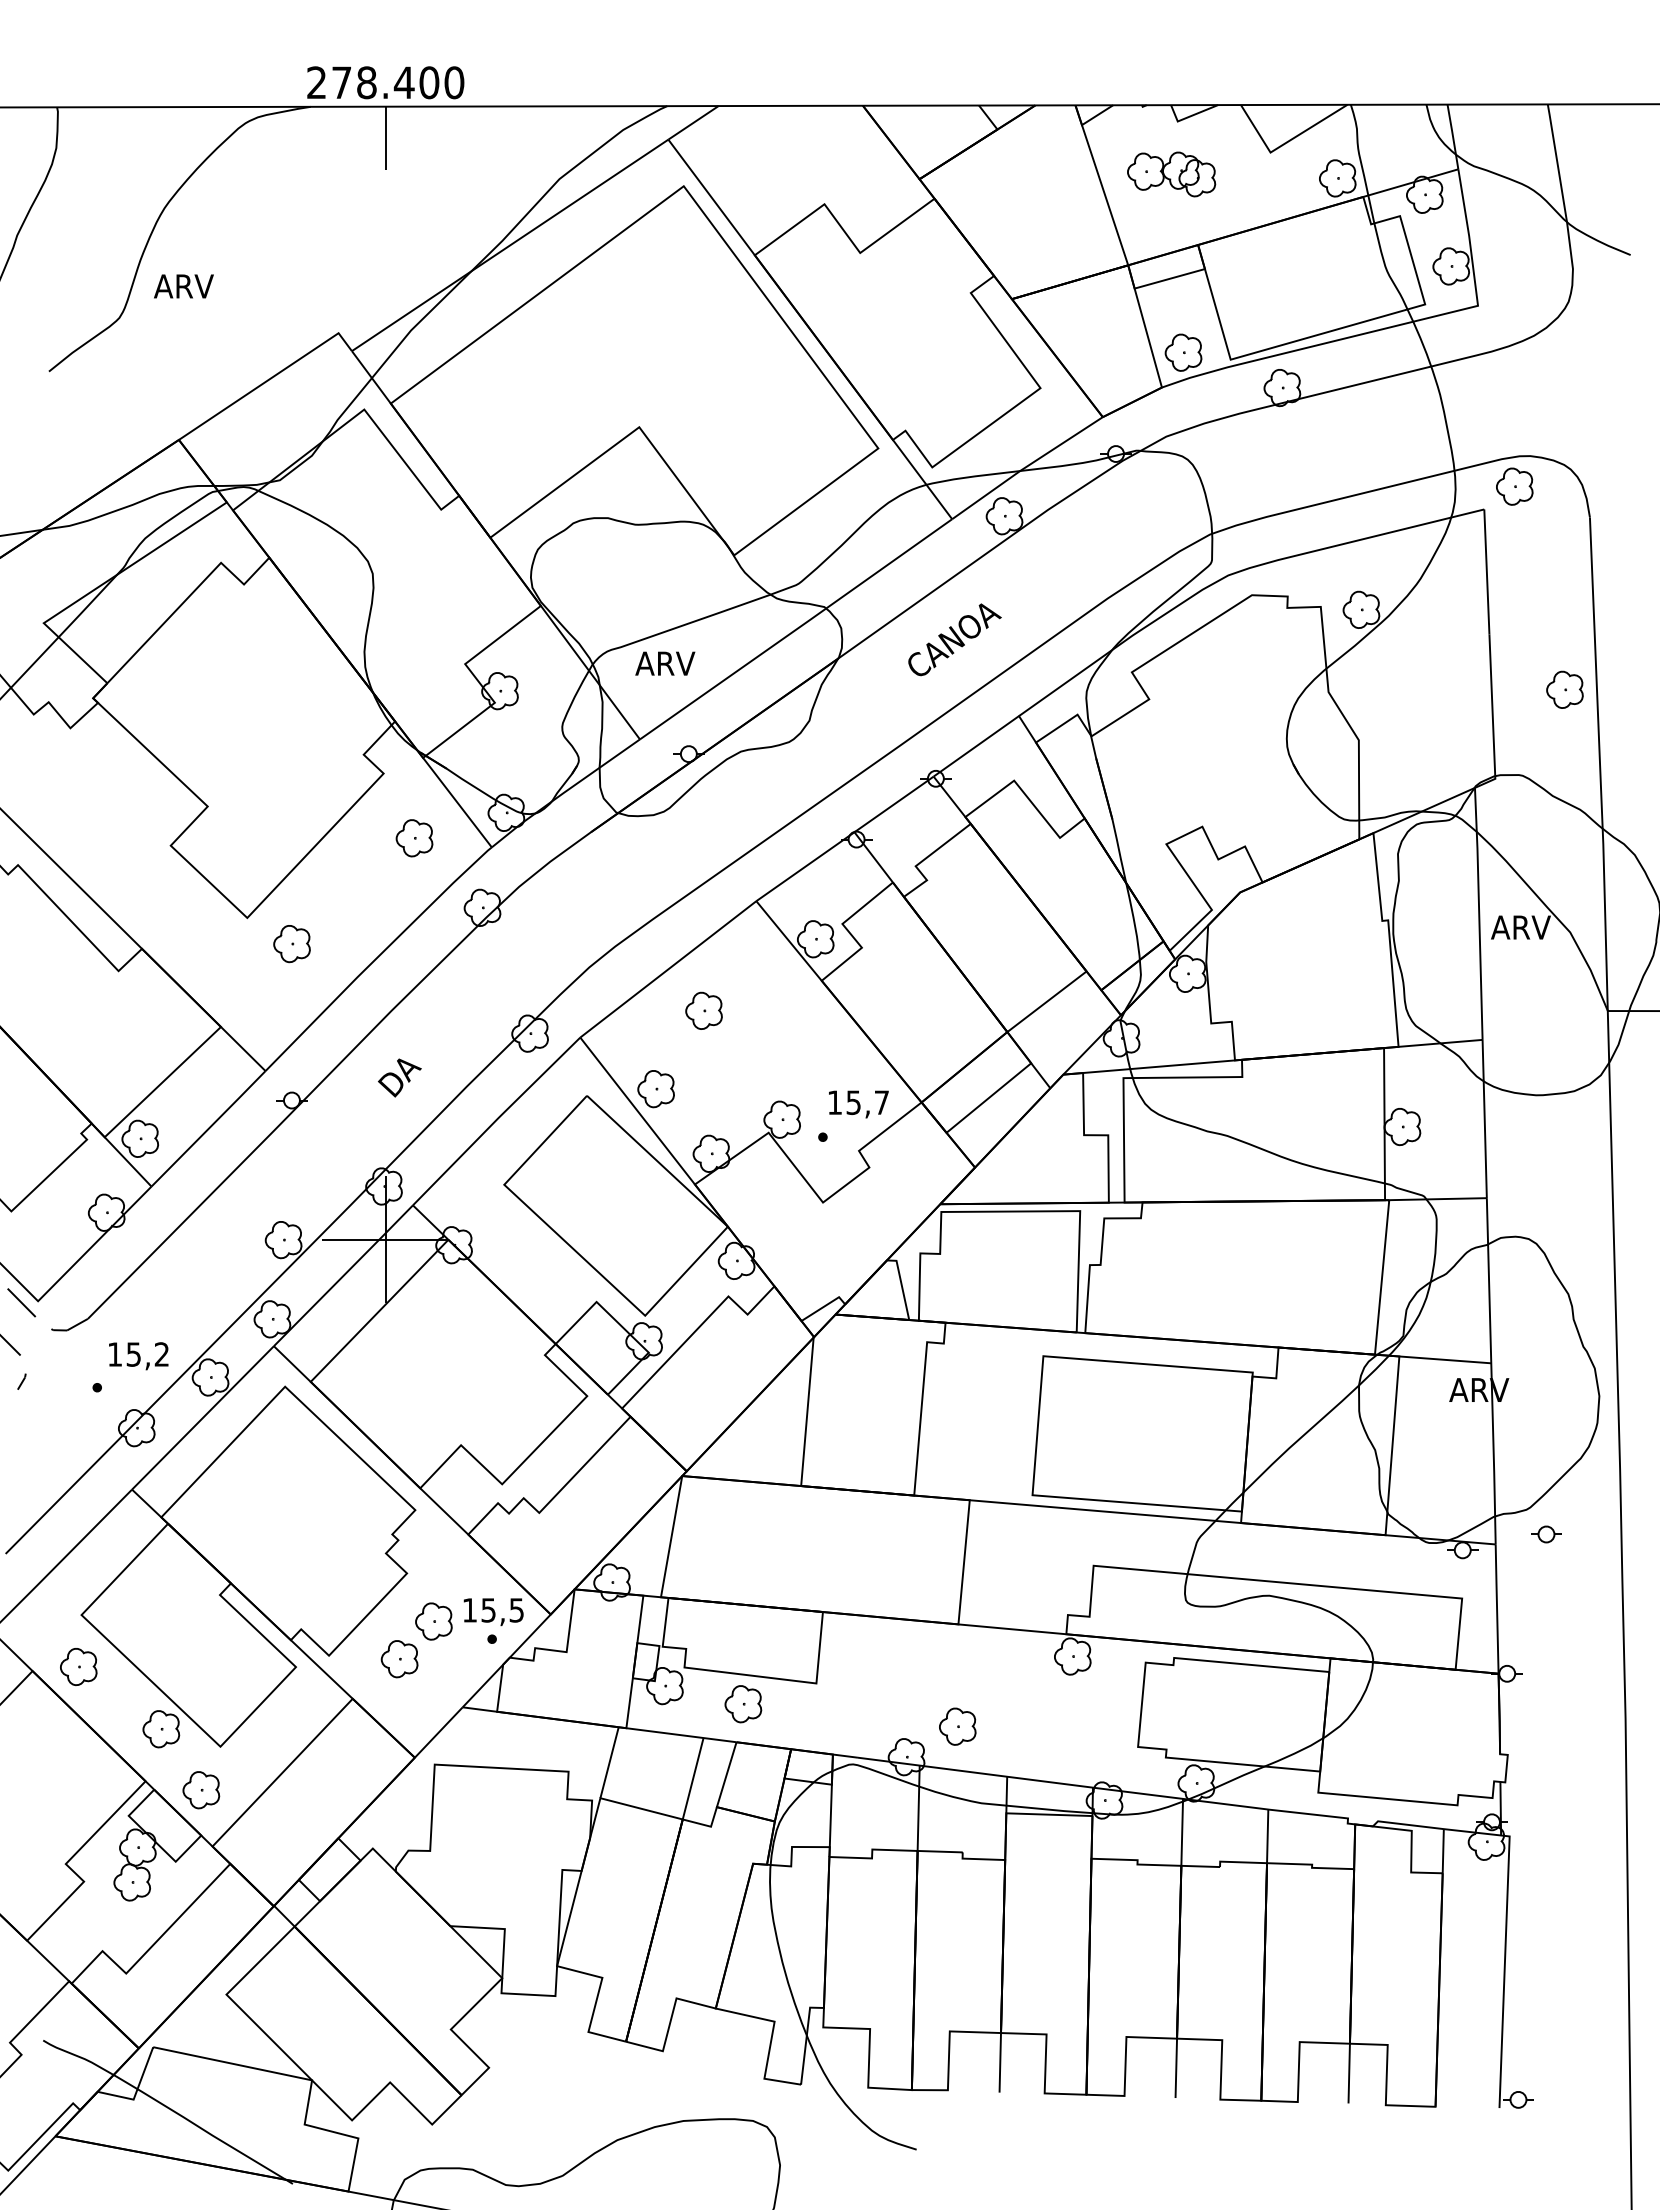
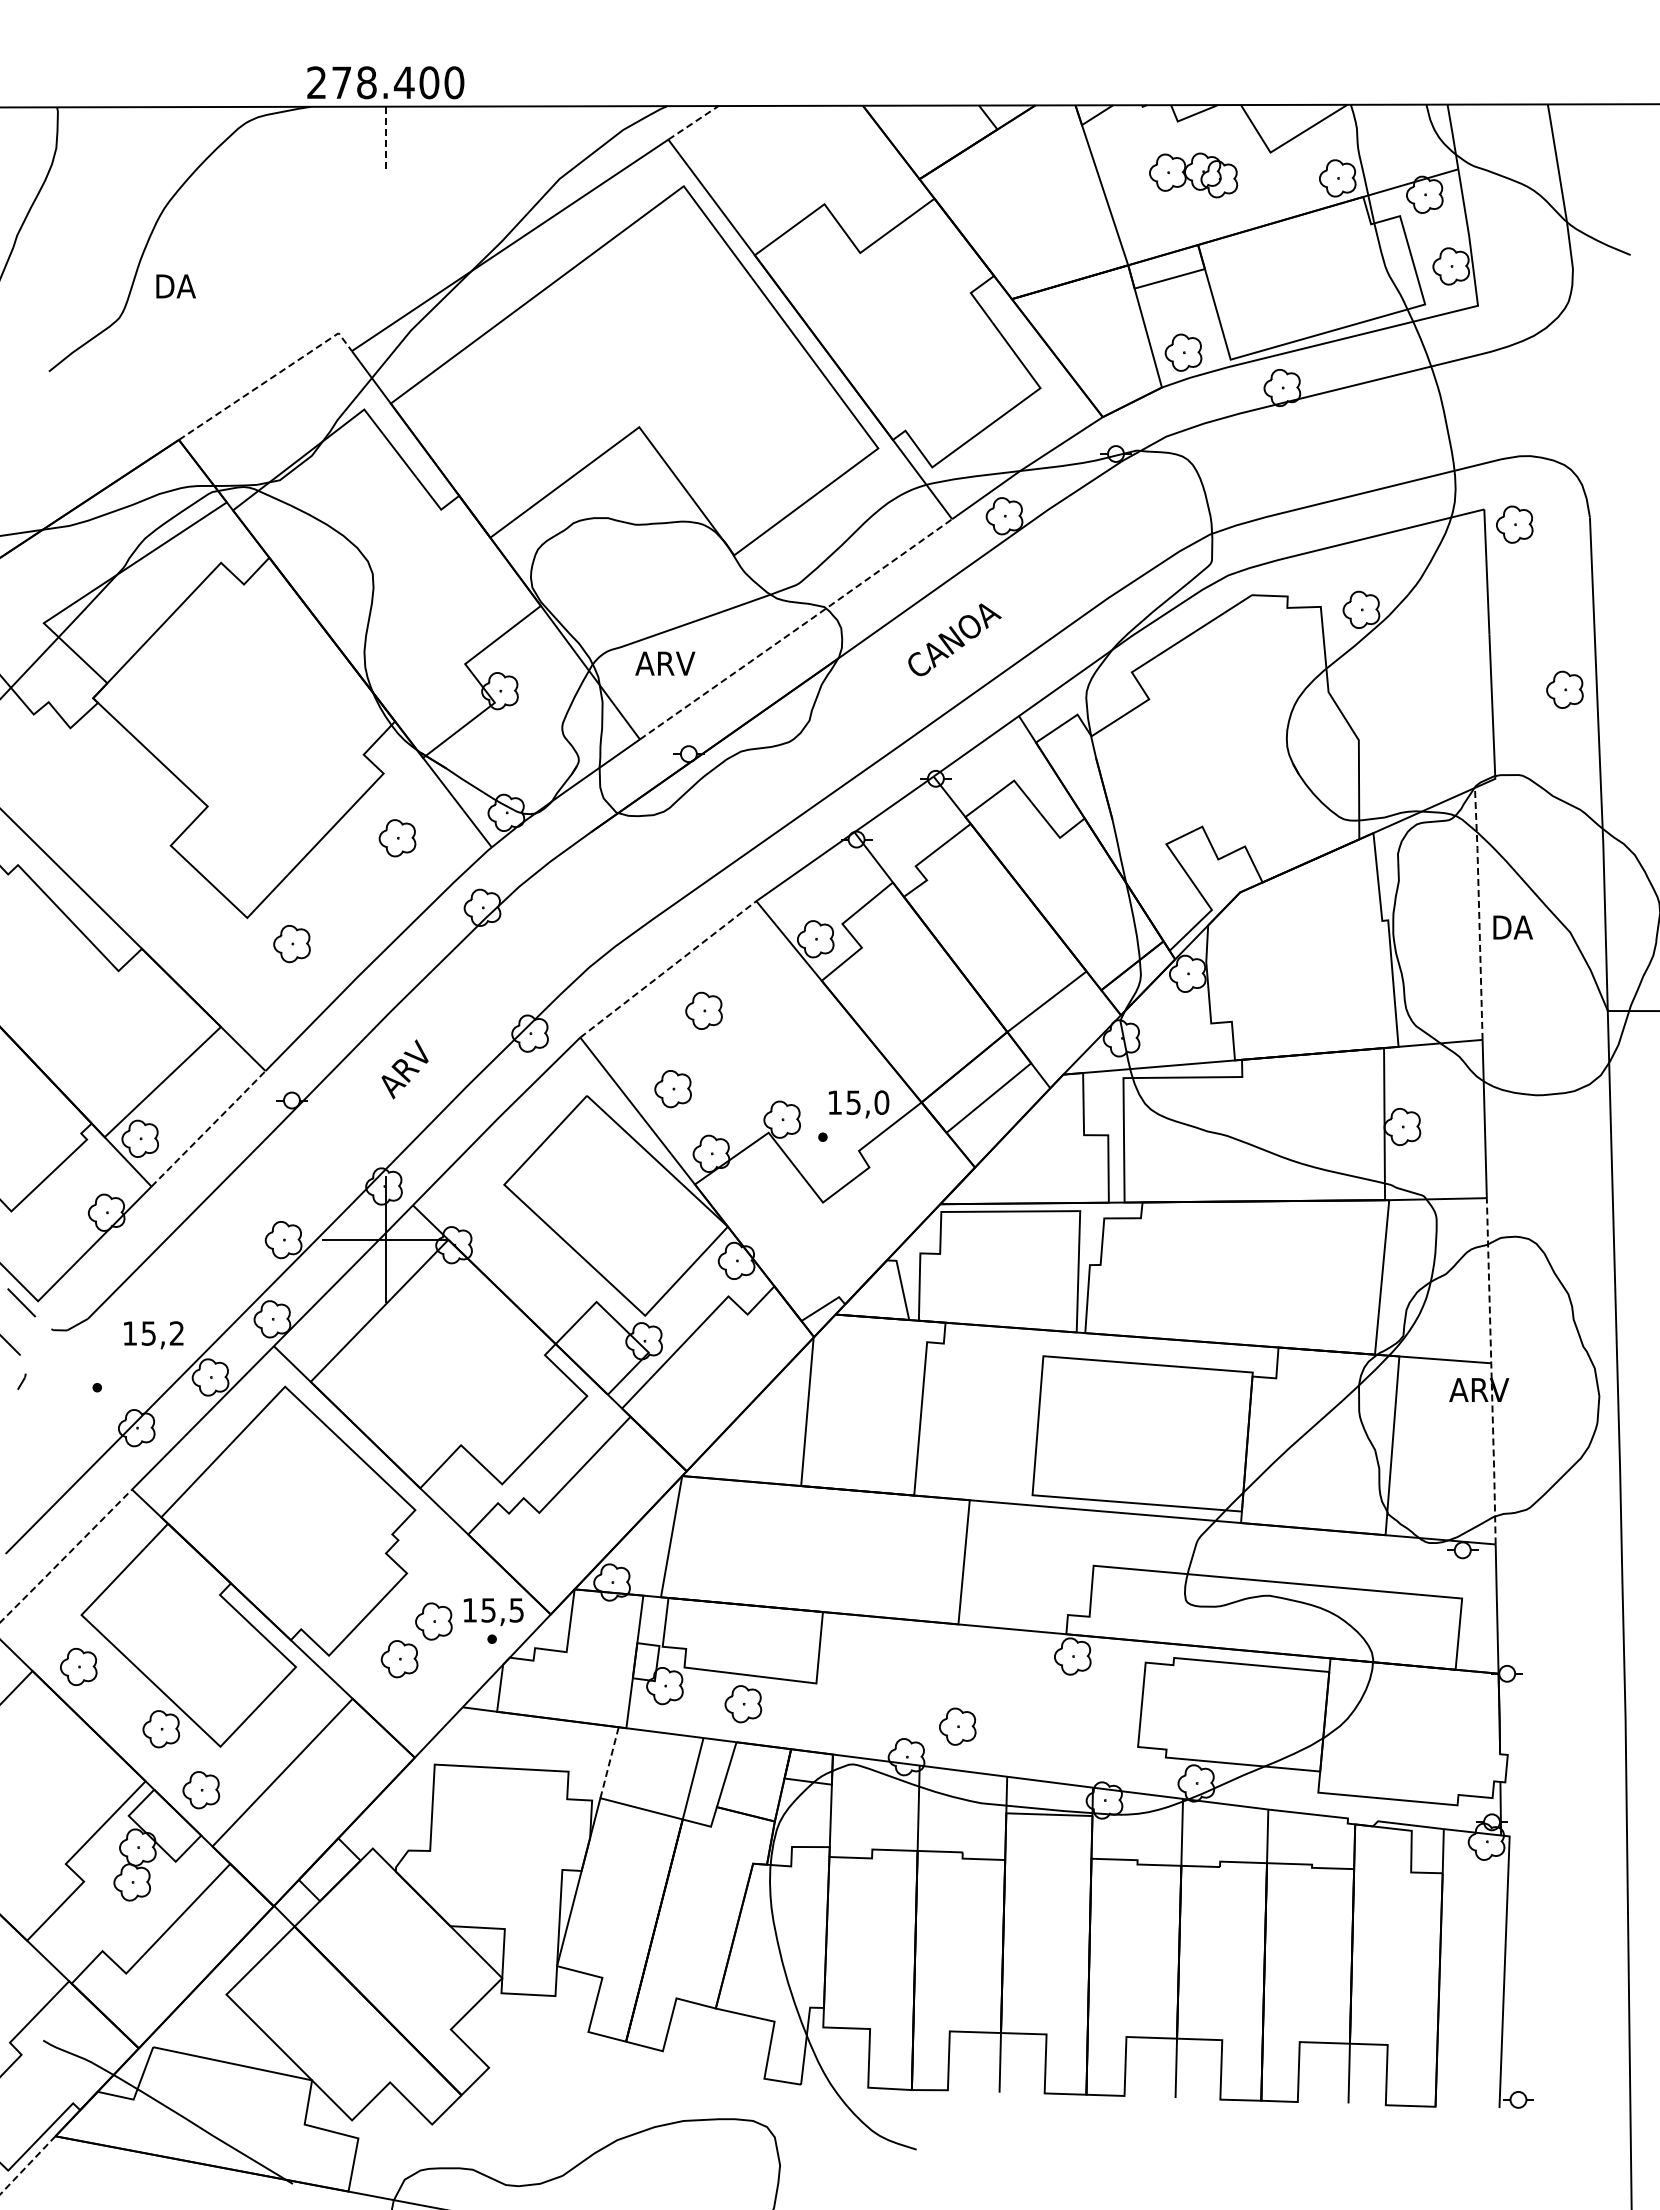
line at (693, 122): solid -> dashed
line at (385, 138): solid -> dashed
part at (1171, 174) position: (1171, 174) -> (1193, 175)
text at (183, 286): ARV -> DA
line at (269, 379): solid -> dashed
part at (1514, 486) position: (1514, 486) -> (1514, 524)
line at (797, 629): solid -> dashed
part at (414, 838) position: (414, 838) -> (397, 838)
line at (1479, 913): solid -> dashed
text at (1520, 927): ARV -> DA
line at (668, 969): solid -> dashed
text at (402, 1069): DA -> ARV
part at (655, 1089) position: (655, 1089) -> (672, 1089)
text at (881, 1102): 15,7 -> 15,0
line at (208, 1128): solid -> dashed
text at (138, 1356) position: (138, 1356) -> (153, 1335)
line at (1491, 1371): solid -> dashed
part at (1546, 1534): present -> none
line at (66, 1556): solid -> dashed
line at (609, 1762): solid -> dashed
line at (27, 2165): solid -> dashed
